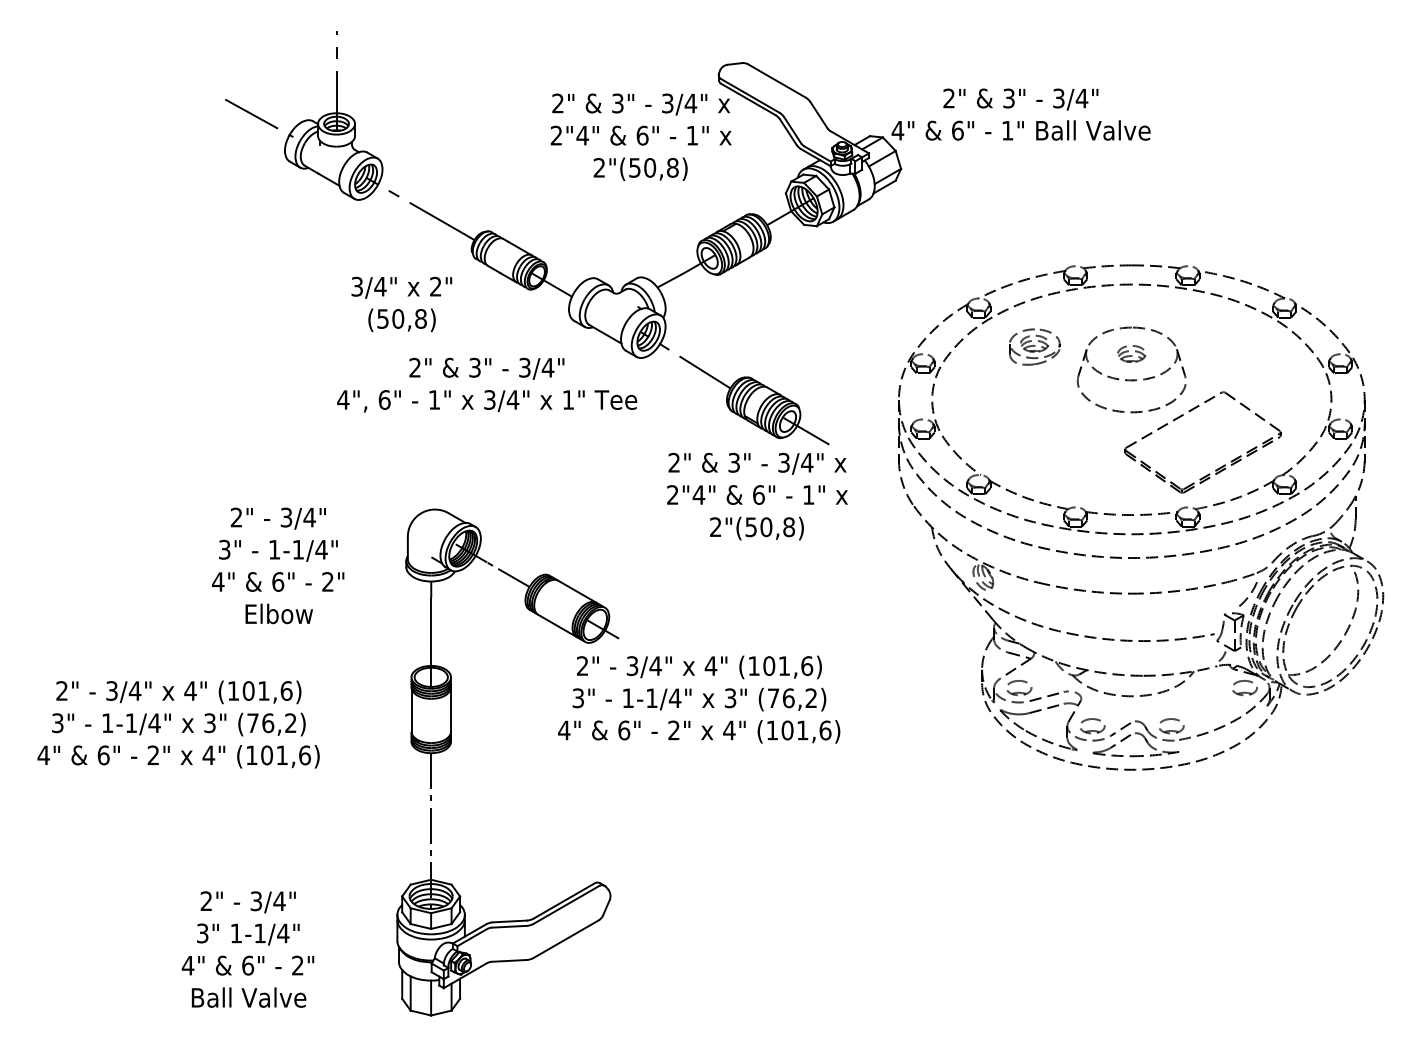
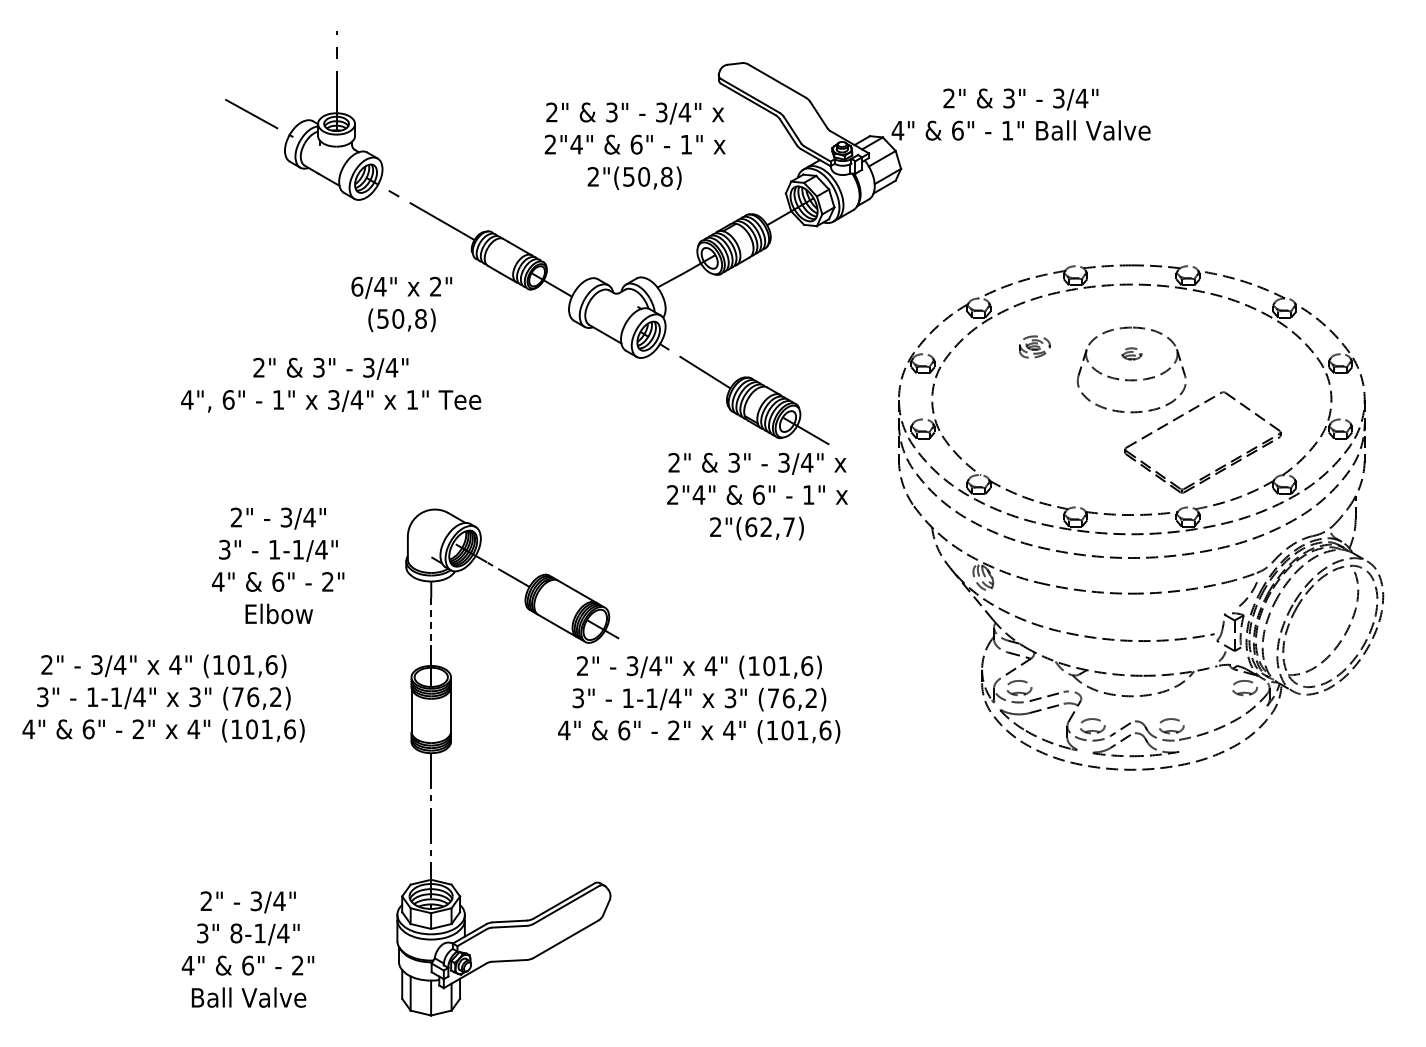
text at (640, 136) position: (640, 136) -> (634, 145)
text at (357, 286): 3/4" -> 6/4"
part at (1034, 346) size: 52x38 px -> 32x24 px
part at (1131, 353) size: 30x18 px -> 22x14 px
text at (487, 384) position: (487, 384) -> (331, 384)
text at (770, 527): 2"^J(50,8) -> 2"^J(62,7)
line at (431, 623): solid -> dashed
text at (178, 724) position: (178, 724) -> (163, 698)
text at (236, 933): 1-1/4" -> 8-1/4"
